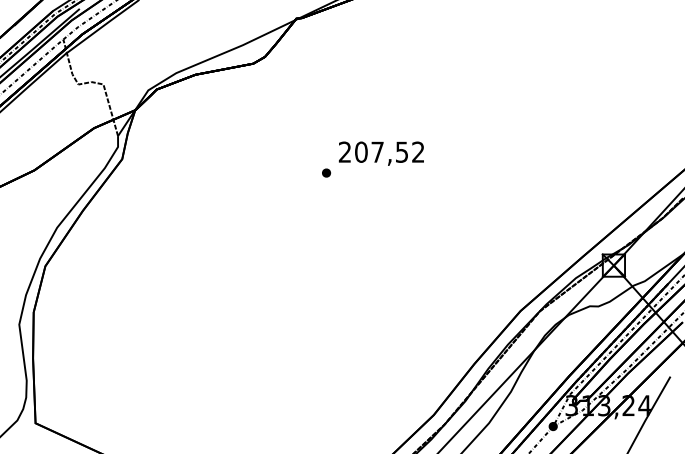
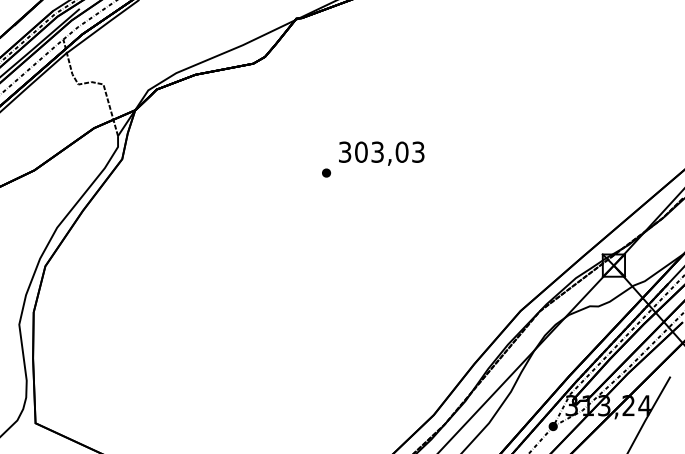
text at (381, 151): 207,52 -> 303,03
